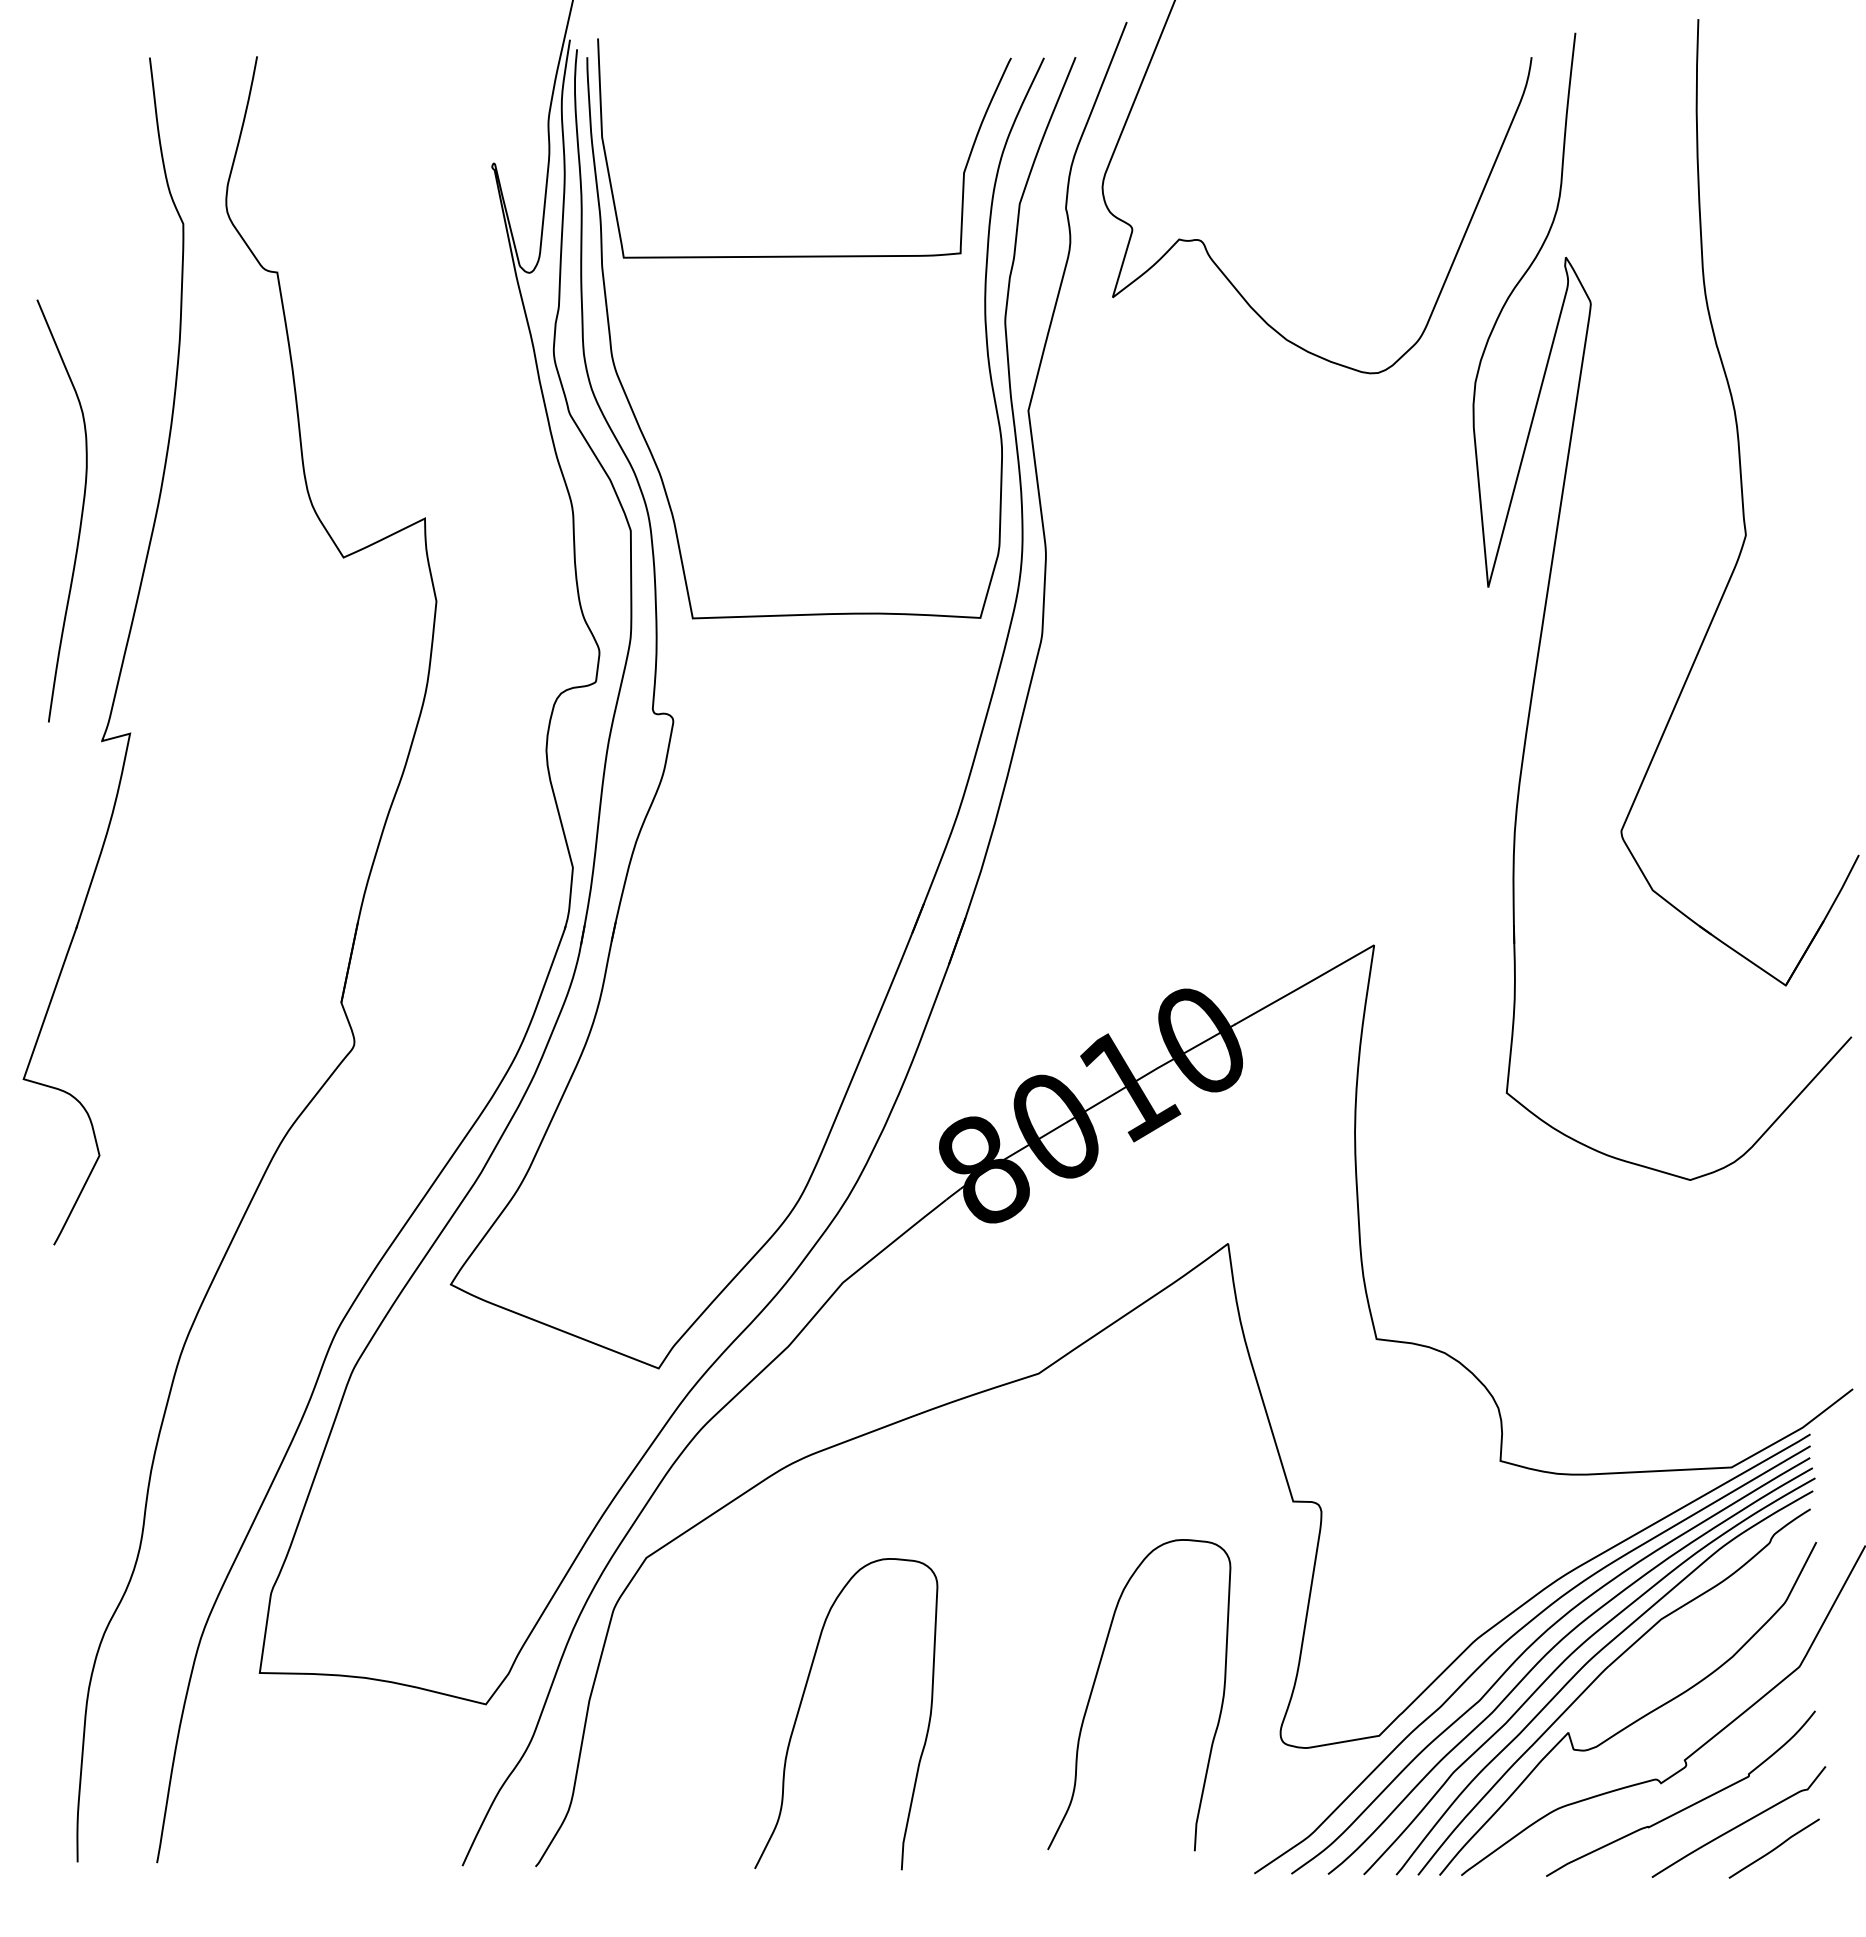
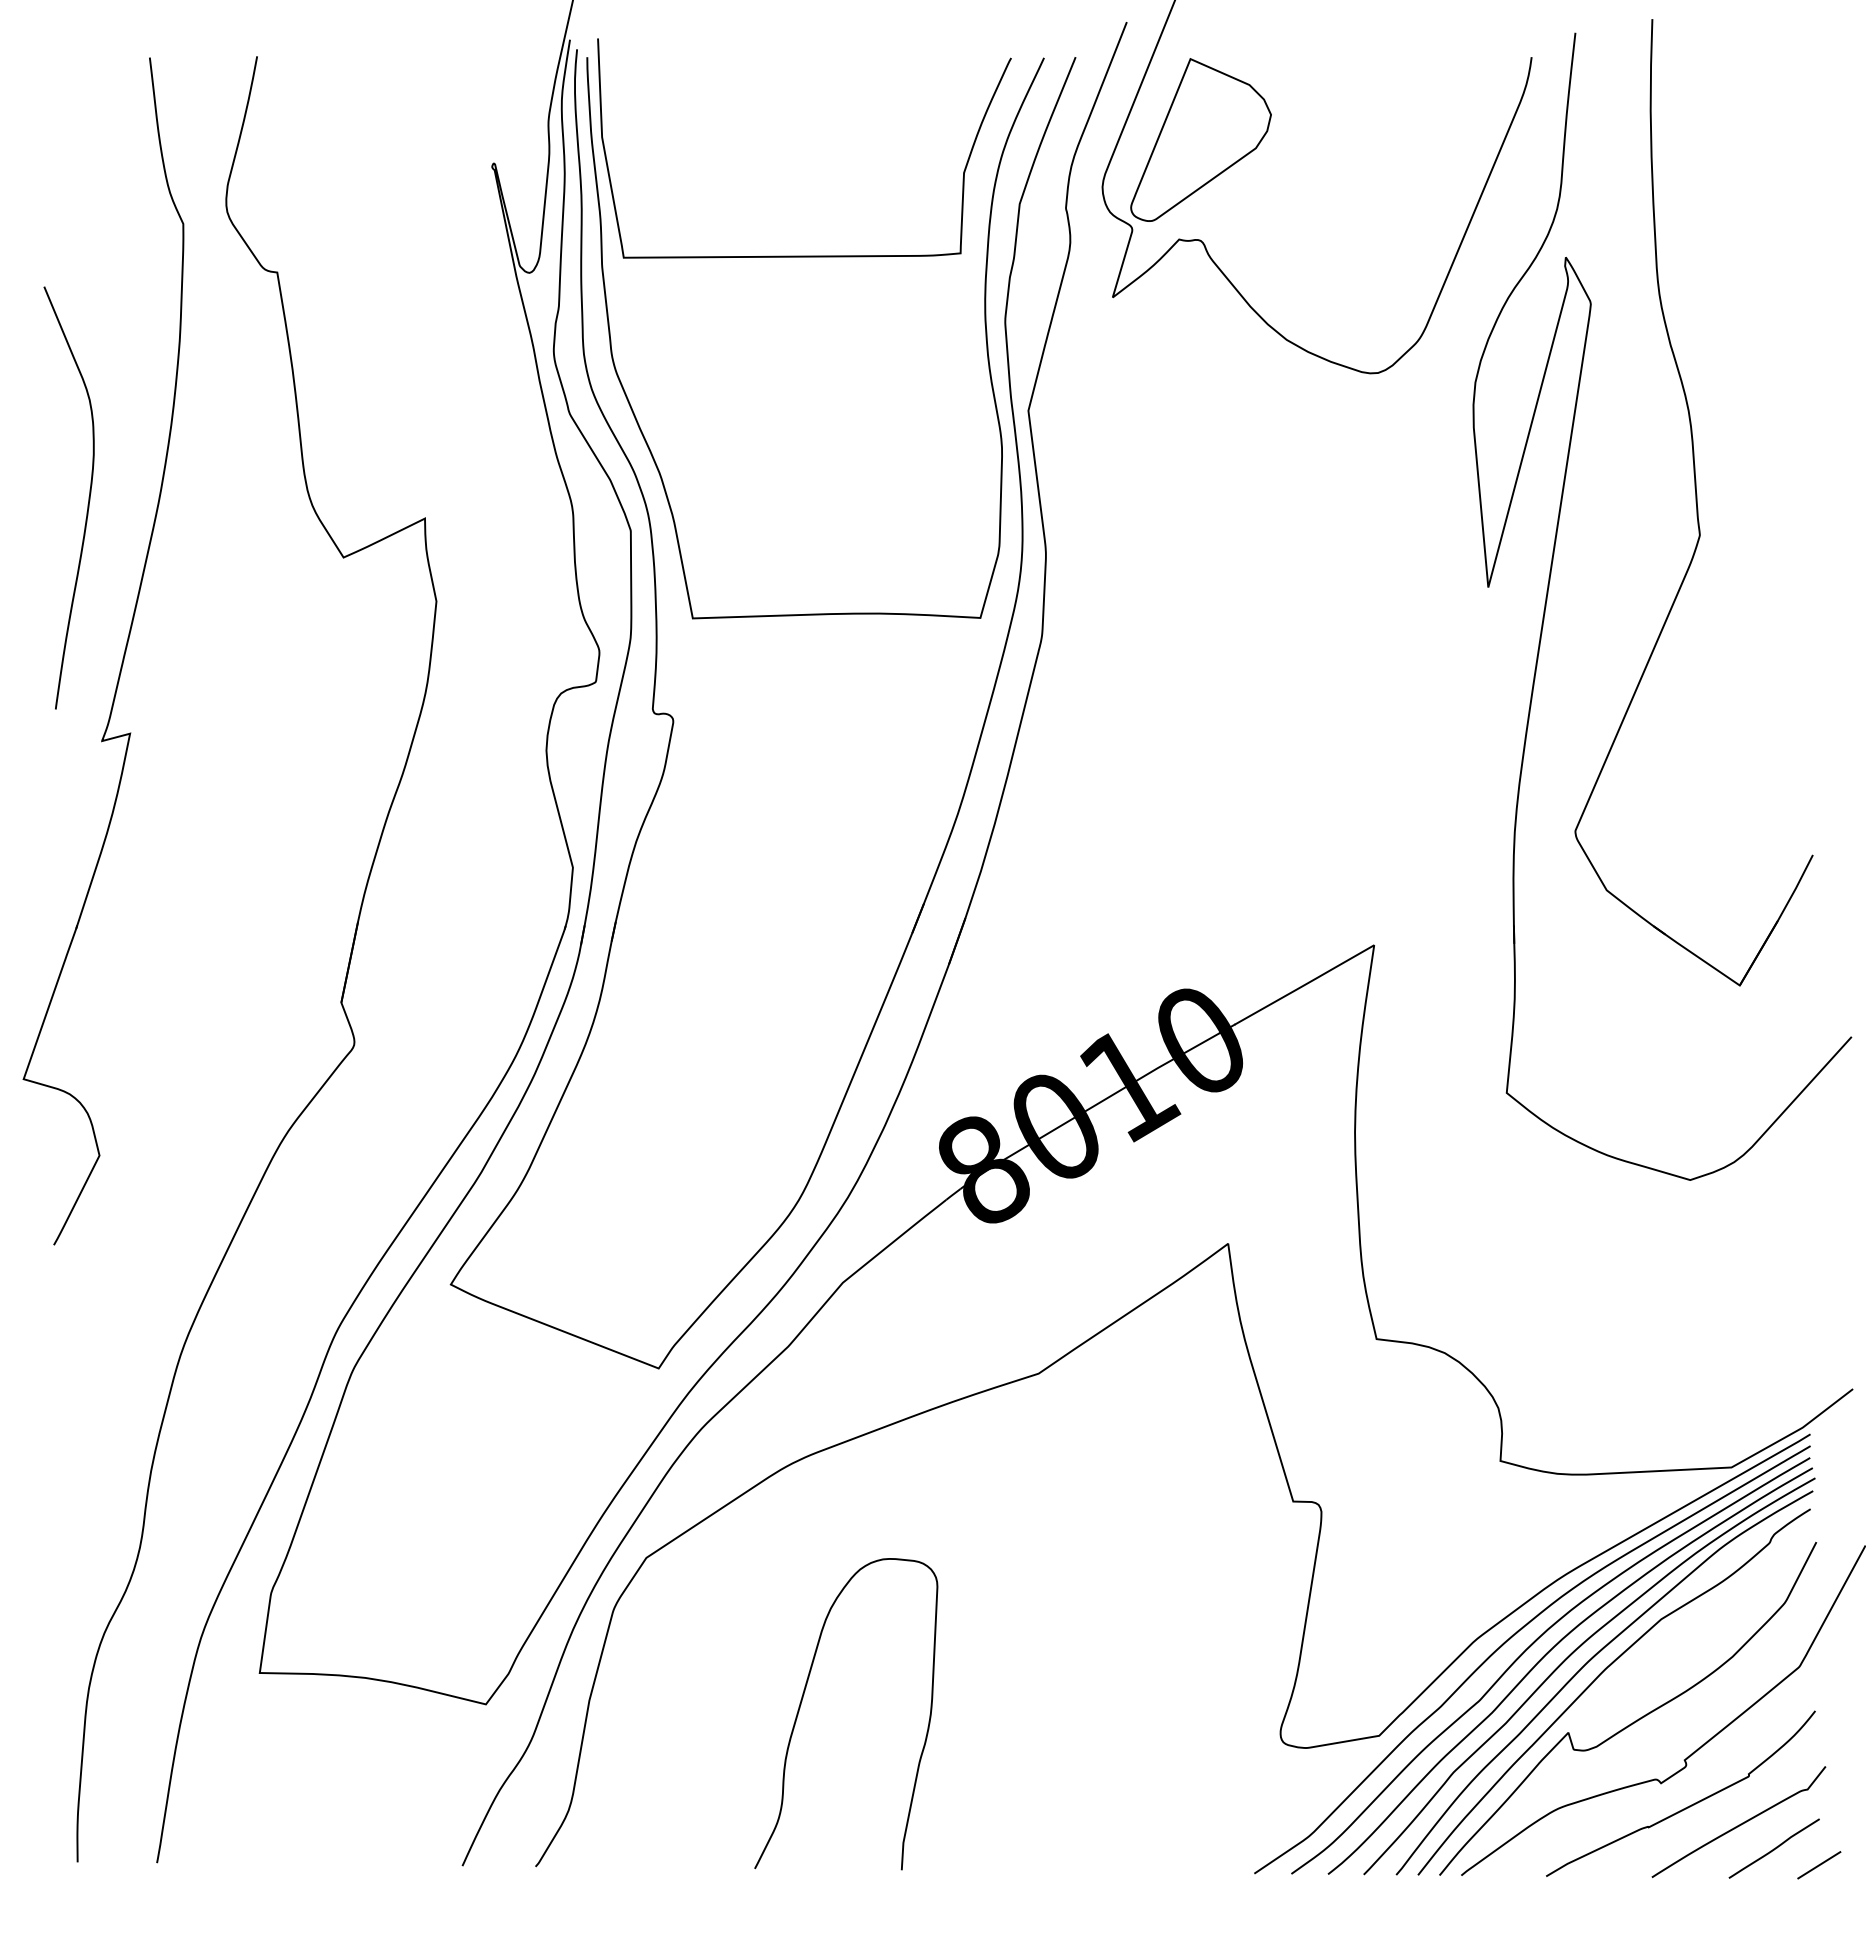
part at (1200, 139): none -> present
part at (1739, 502) position: (1739, 502) -> (1693, 502)
curve at (81, 510) position: (81, 510) -> (88, 497)
curve at (1096, 1679): present -> none
line at (1819, 1865): none -> present
